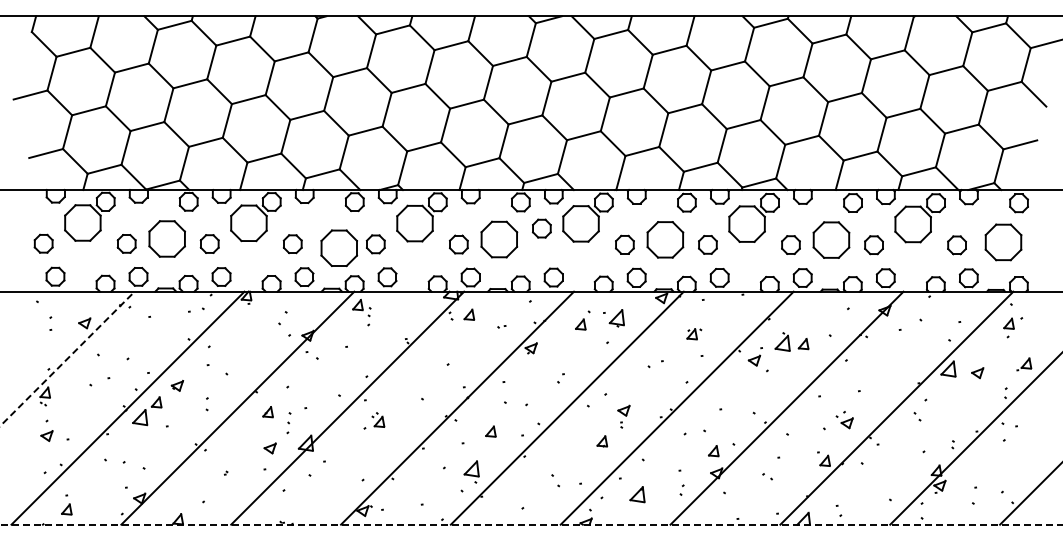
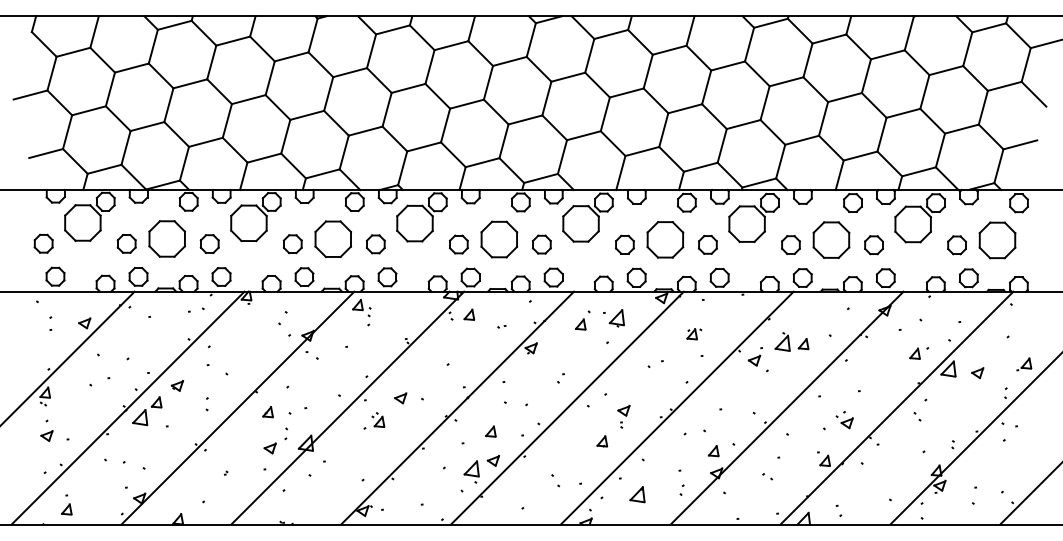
part at (541, 228) position: (541, 228) -> (541, 244)
part at (1003, 242) position: (1003, 242) -> (997, 240)
part at (339, 248) position: (339, 248) -> (333, 239)
part at (1013, 323) position: (1013, 323) -> (919, 353)
line at (67, 358): dashed -> solid
part at (400, 398): none -> present
part at (288, 427) position: (288, 427) -> (286, 433)
part at (492, 460): none -> present
line at (531, 524): dashed -> solid
